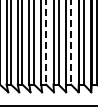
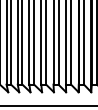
line at (46, 42): dashed -> solid
line at (71, 42): dashed -> solid
